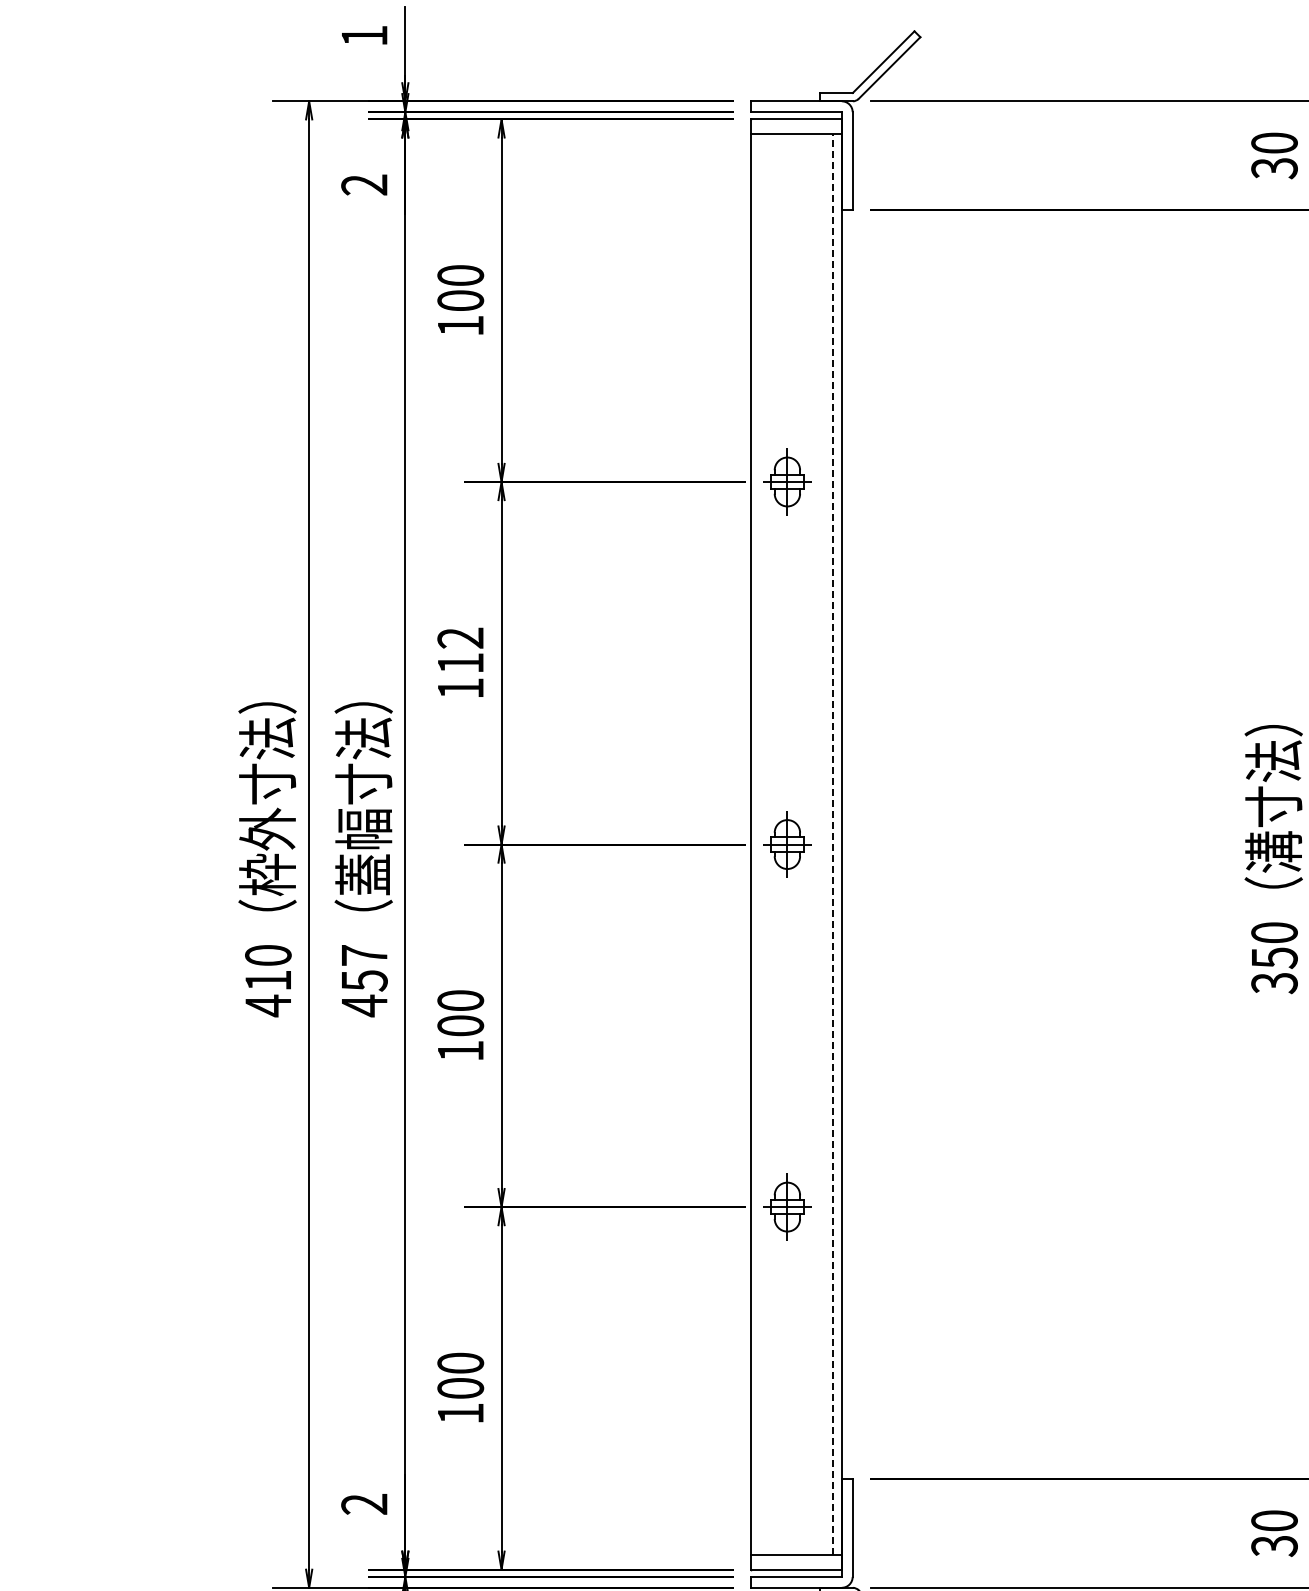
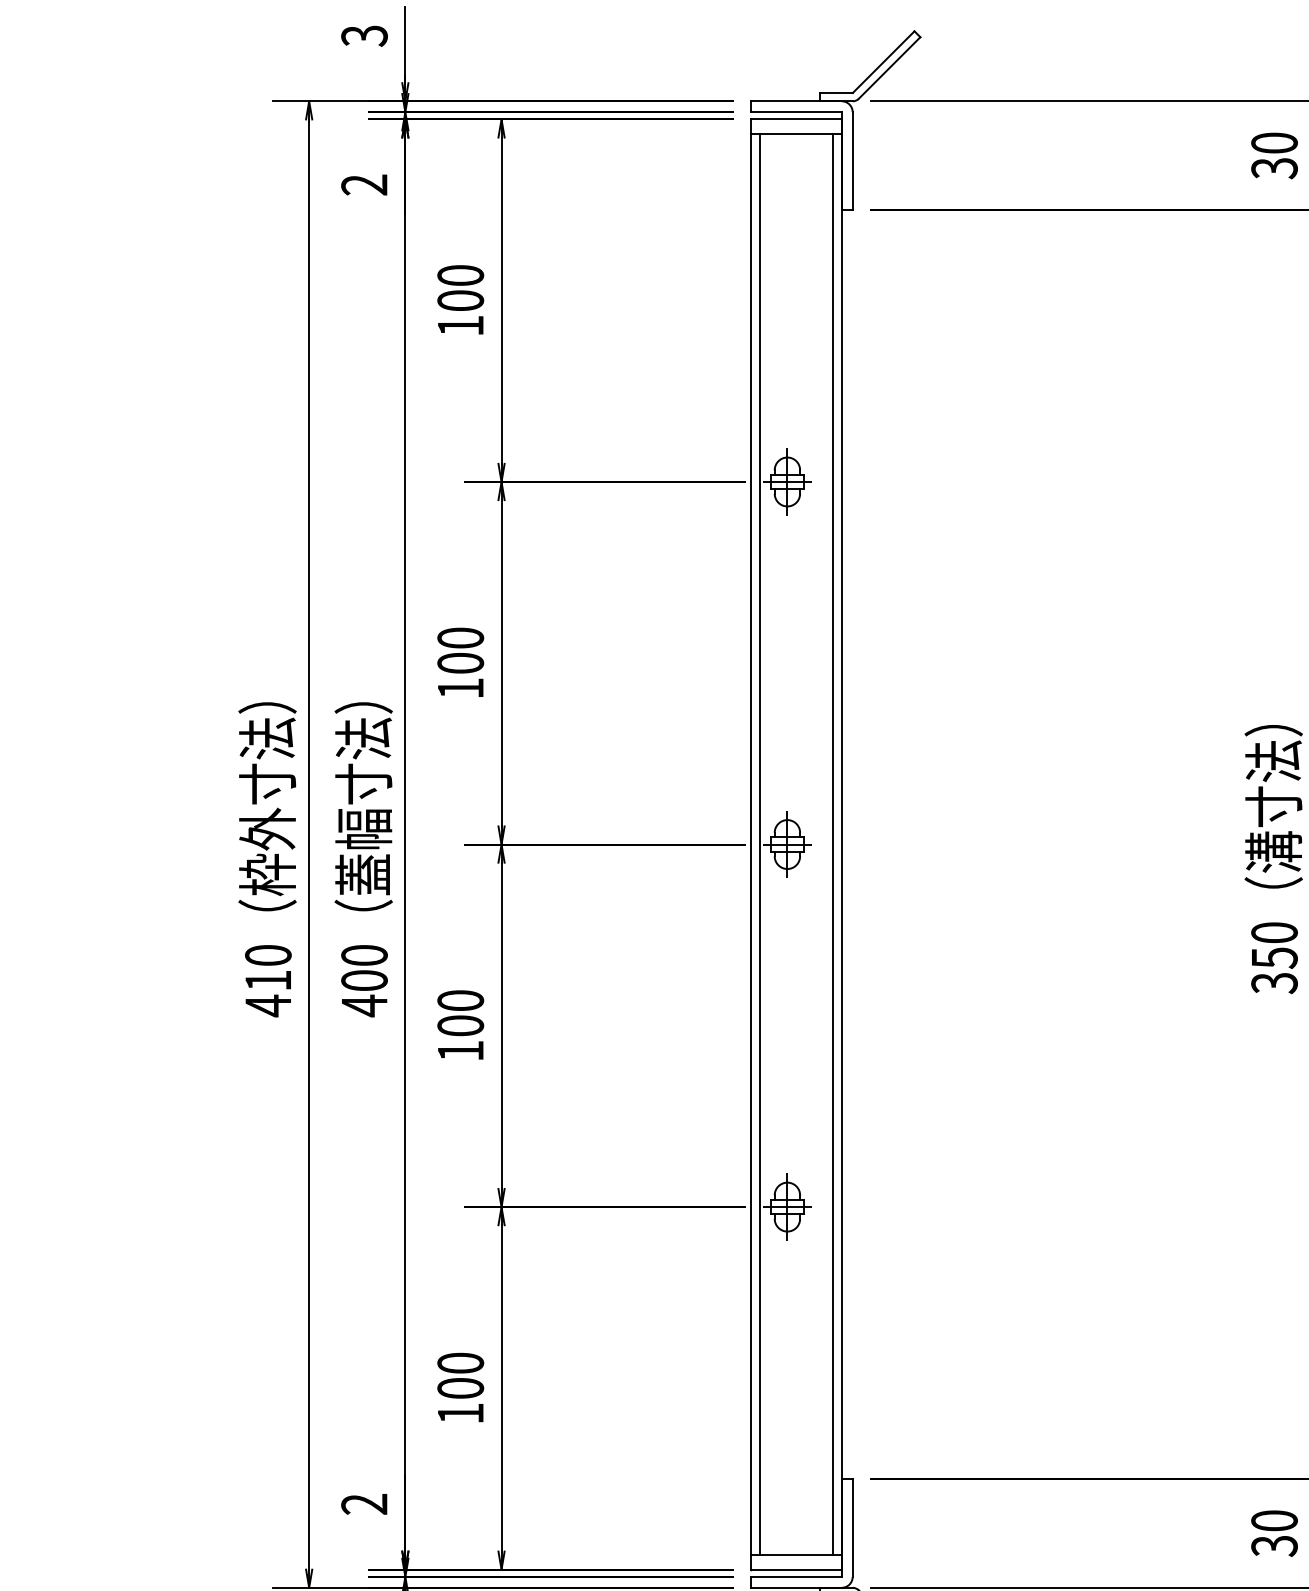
text at (364, 35): 1 -> 3
text at (460, 650): 112 -> 100
line at (760, 844): none -> present
line at (832, 844): dashed -> solid
text at (364, 968): 457 -> 400
